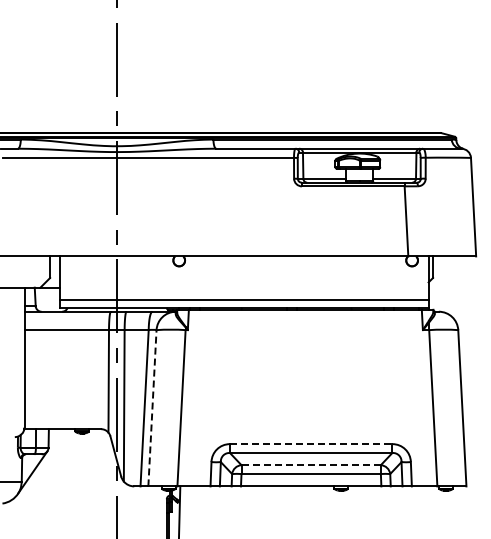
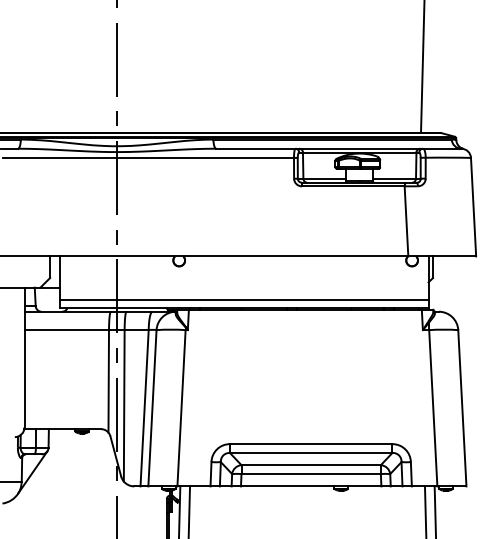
line at (422, 67): none -> present
line at (152, 407): dashed -> solid
line at (311, 444): dashed -> solid
line at (311, 465): dashed -> solid
line at (189, 510): none -> present
line at (425, 510): none -> present
line at (434, 510): none -> present
